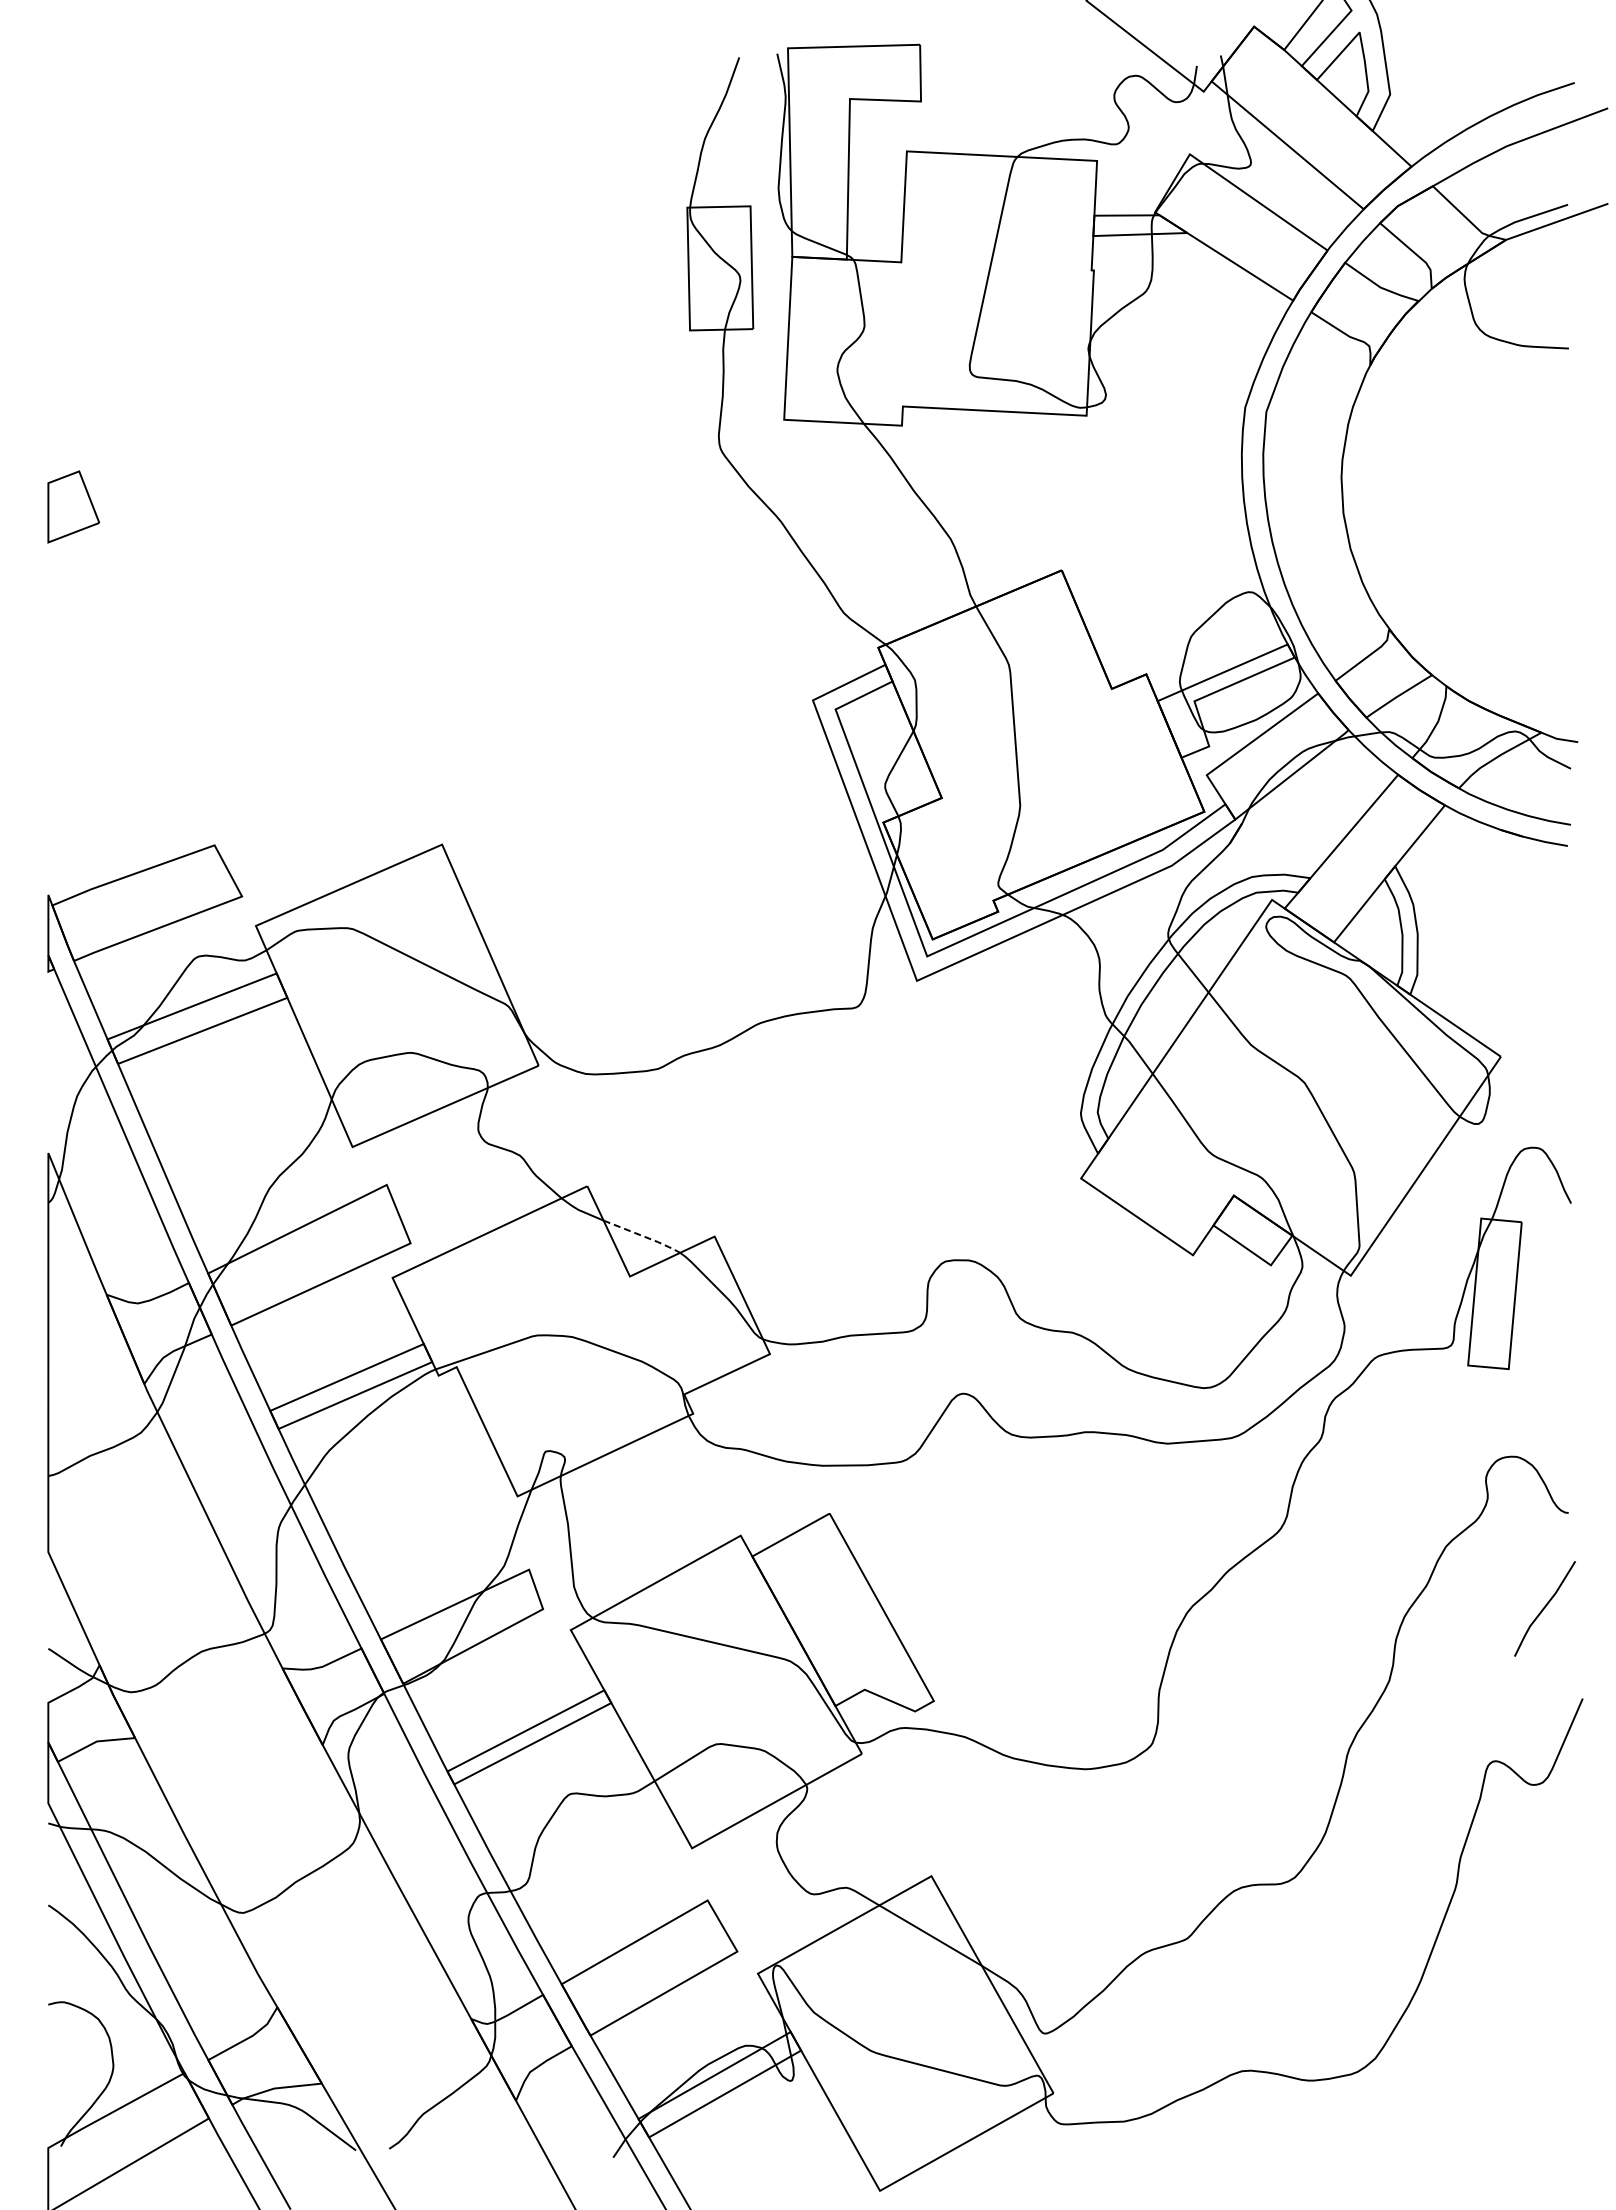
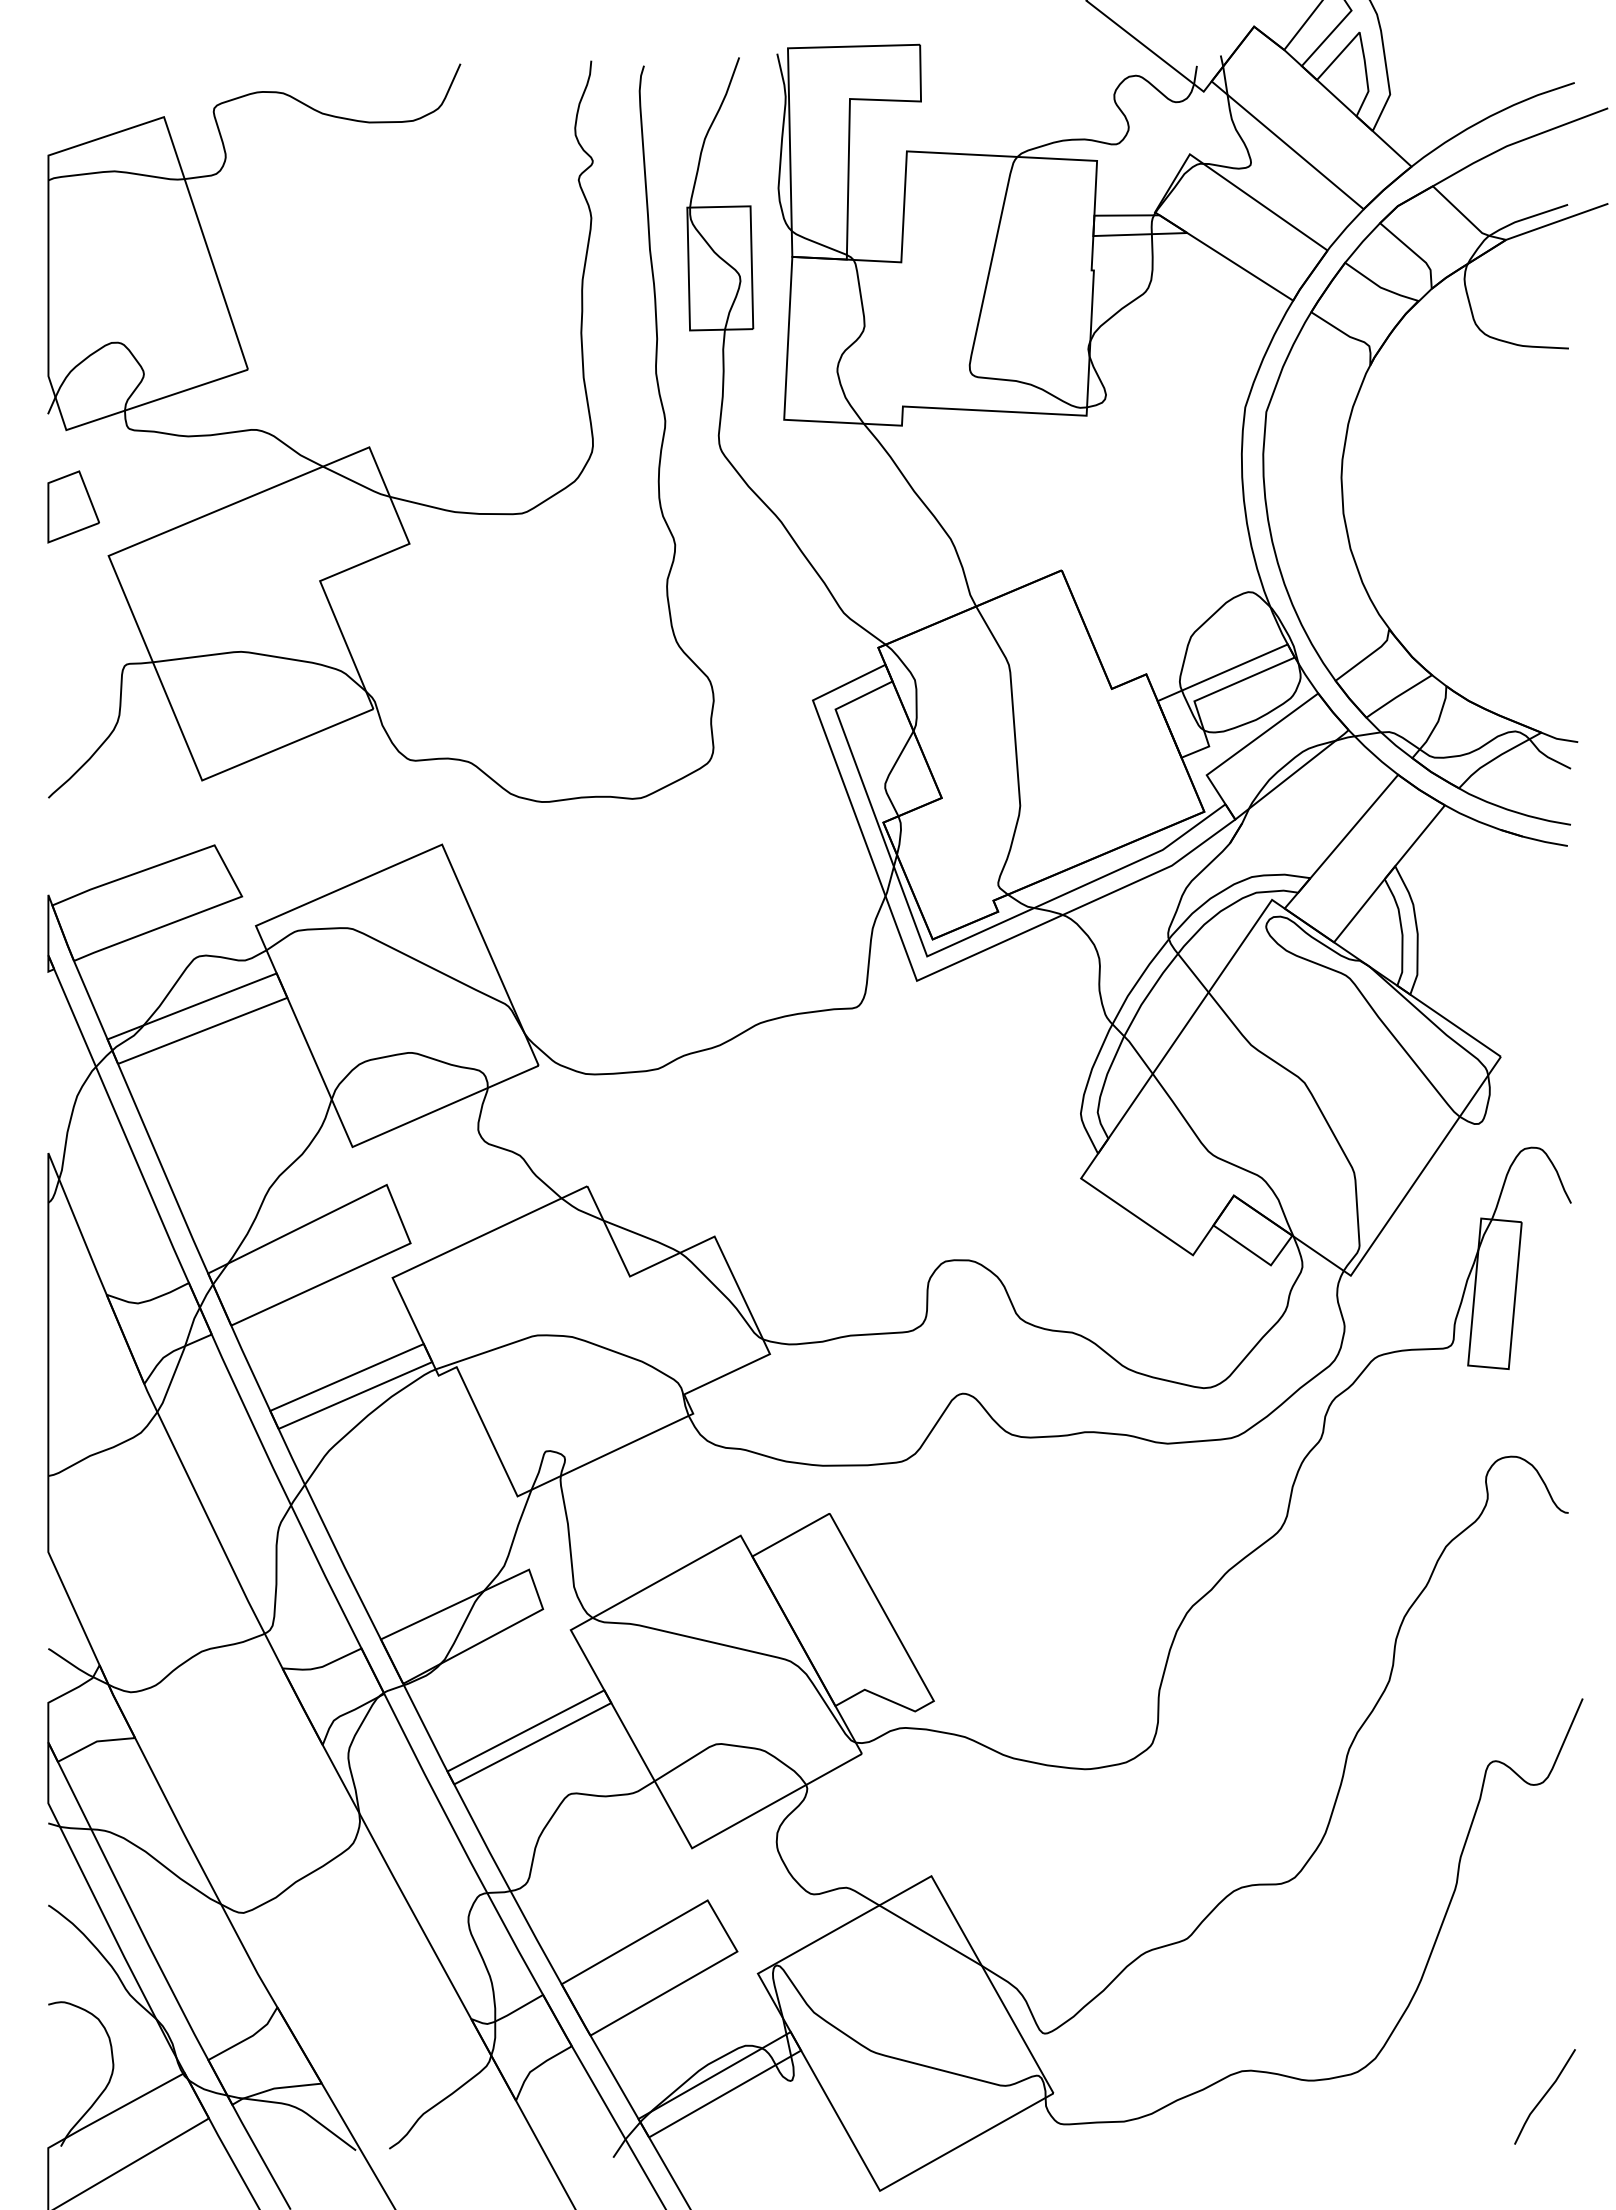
part at (369, 446): none -> present
line at (643, 1236): dashed -> solid
line at (1544, 1608) position: (1544, 1608) -> (1544, 2096)
